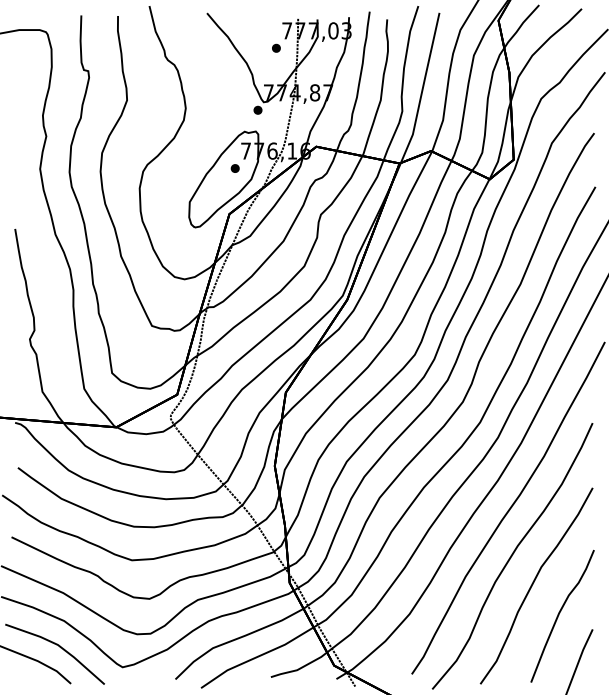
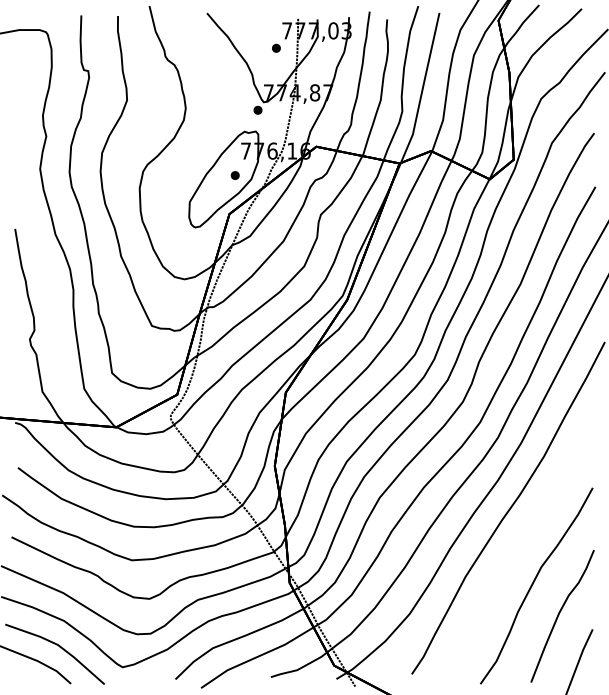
part at (234, 168) position: (234, 168) -> (234, 175)
curve at (512, 556): present -> none
